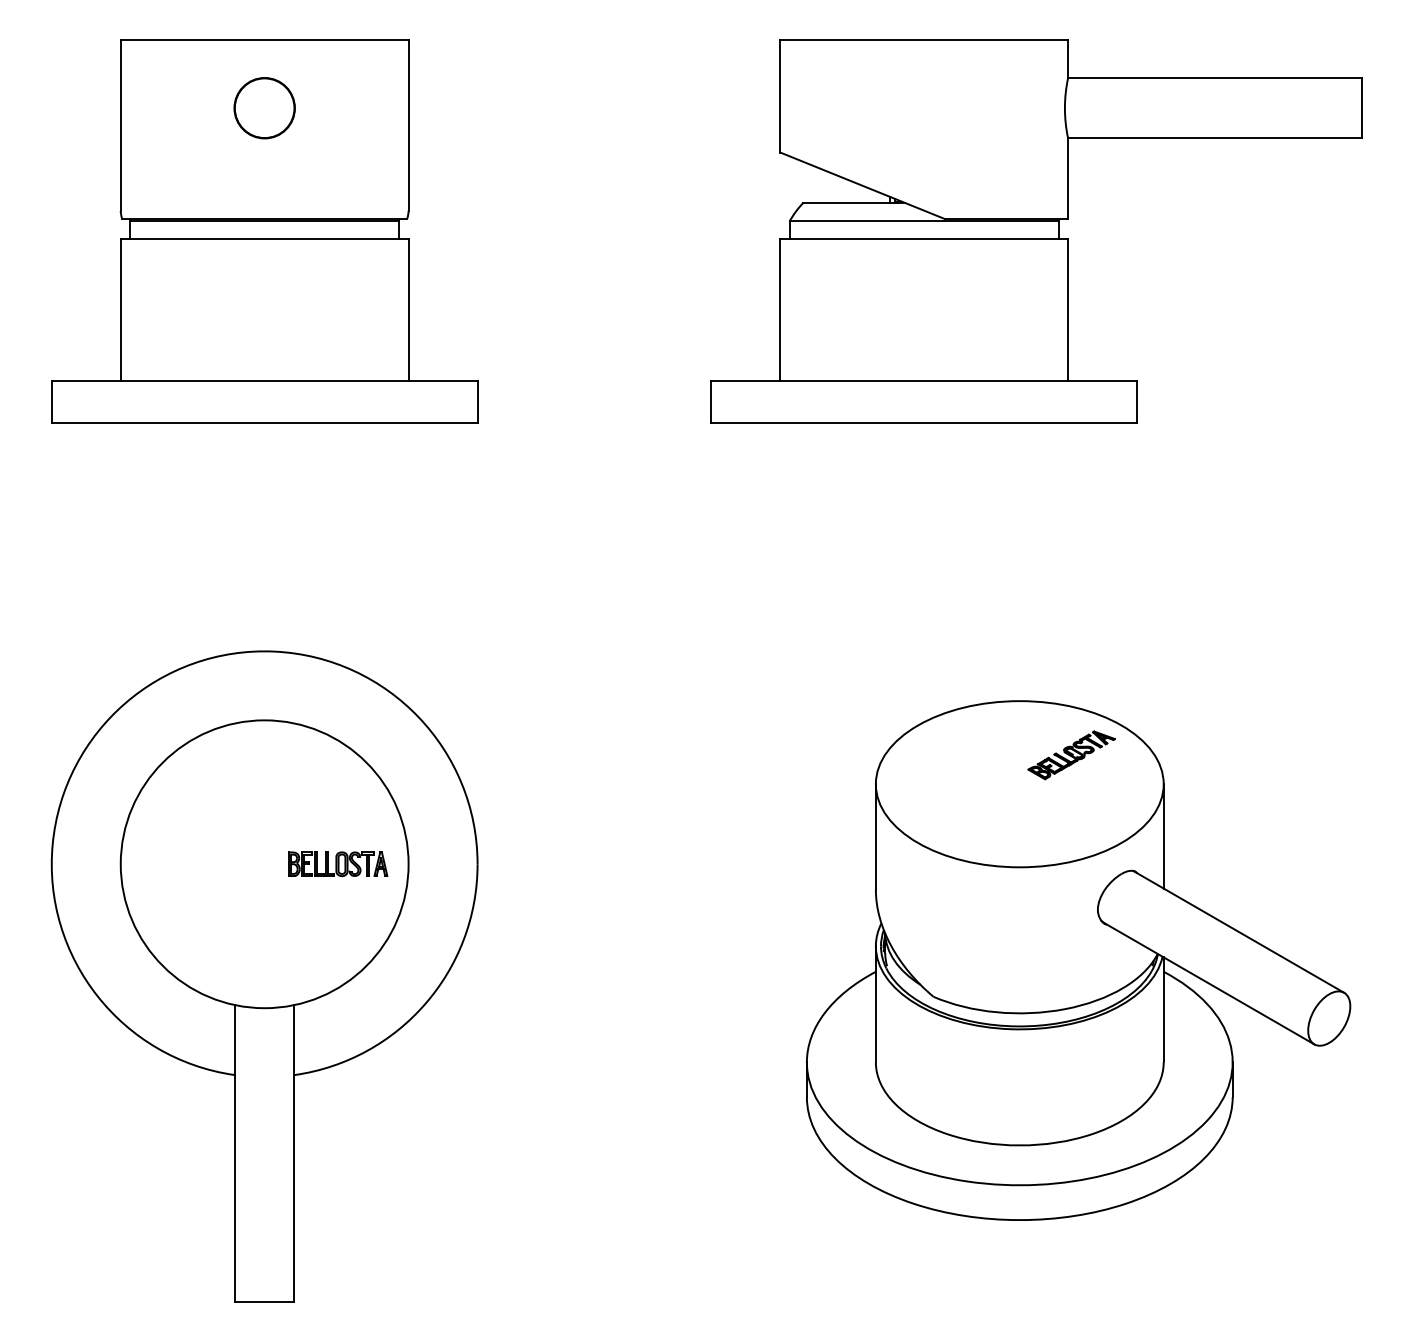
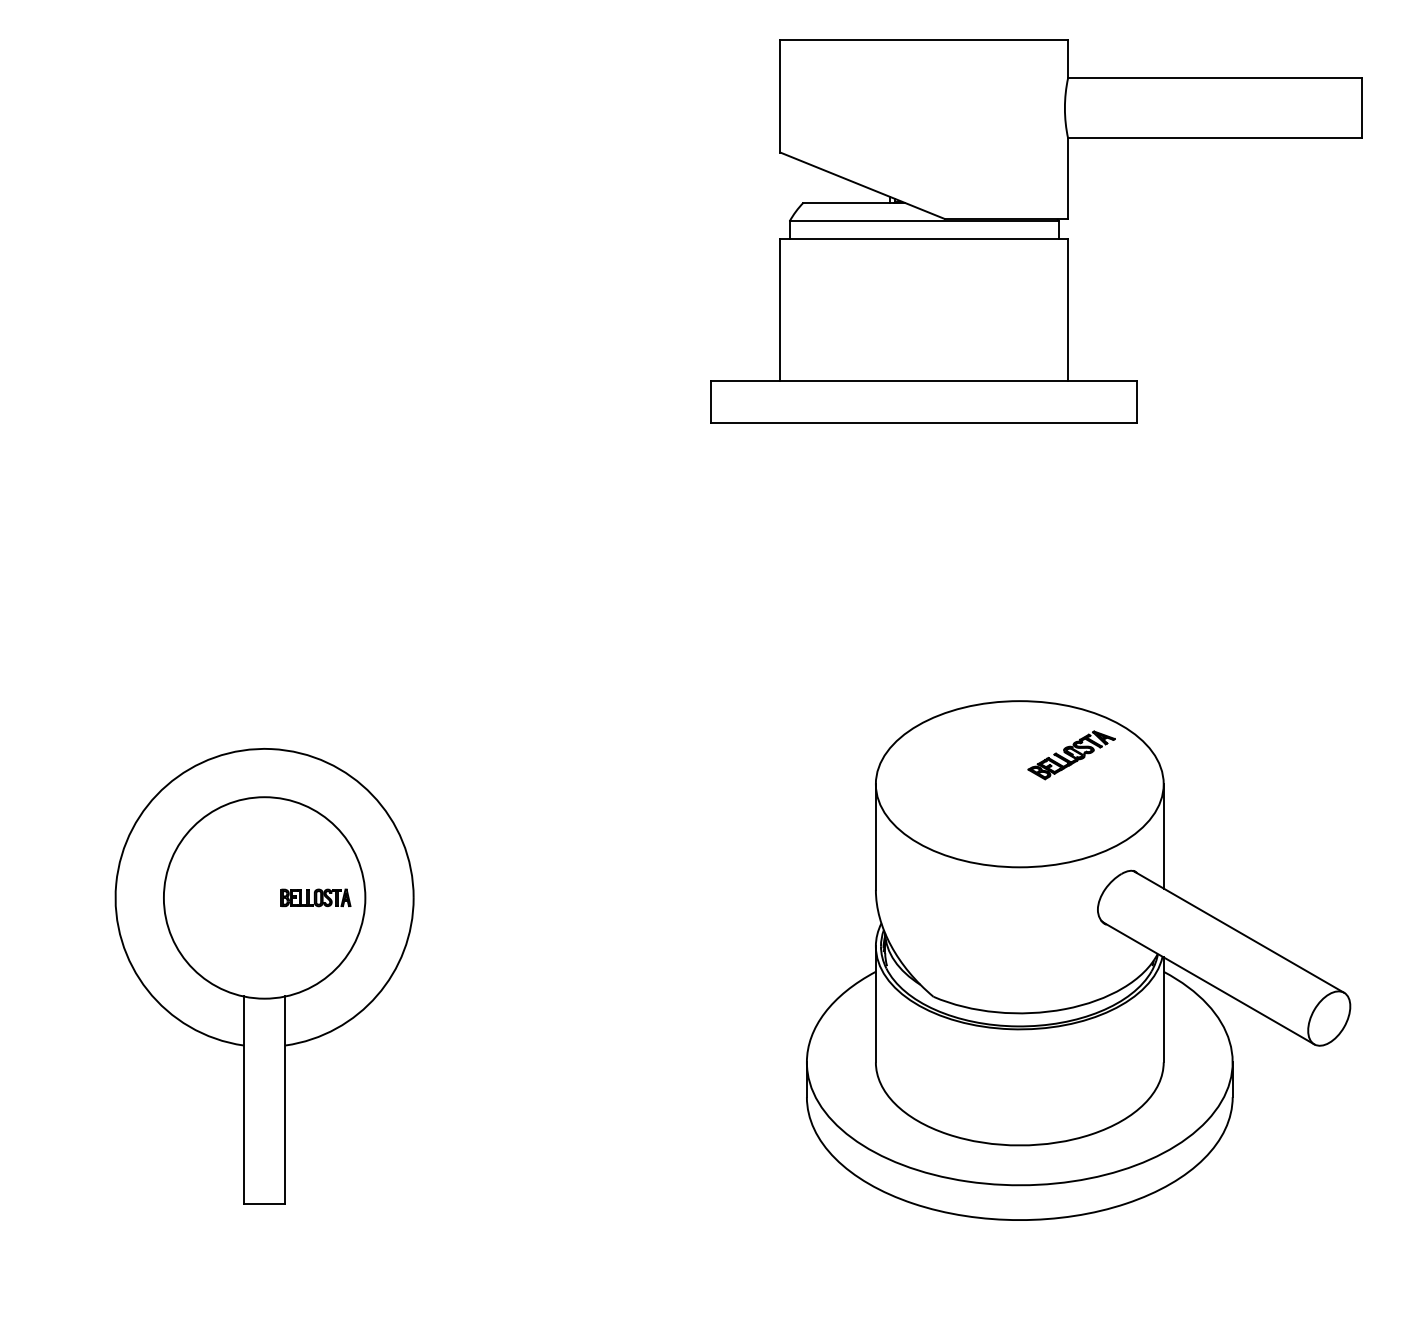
part at (264, 231): present -> none
part at (264, 976) size: 429x653 px -> 301x457 px
